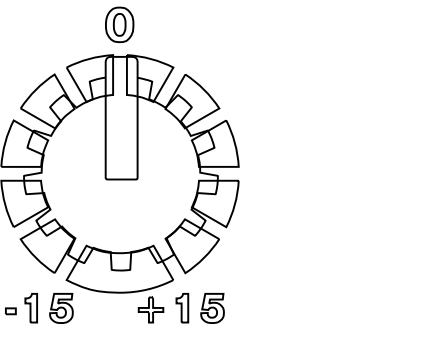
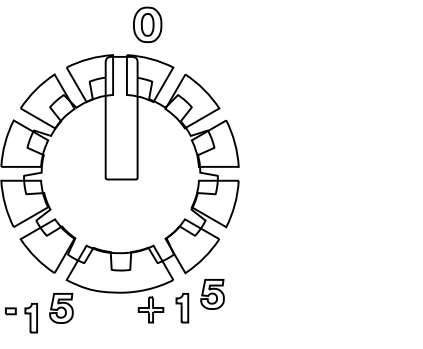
part at (119, 24) position: (119, 24) -> (147, 24)
part at (30, 308) position: (30, 308) -> (30, 318)
part at (212, 308) position: (212, 308) -> (212, 294)
